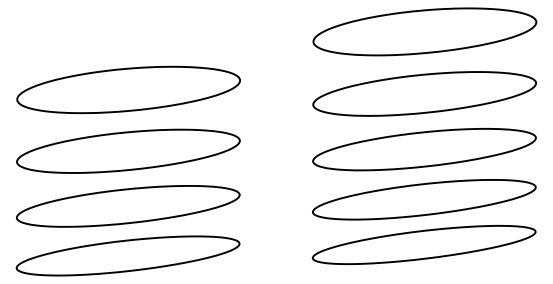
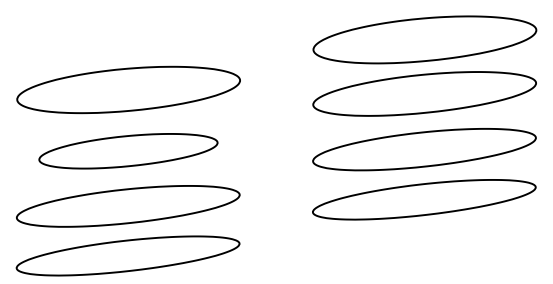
part at (424, 31) position: (424, 31) -> (424, 39)
part at (128, 150) size: 225x46 px -> 181x37 px
part at (423, 244): present -> none
